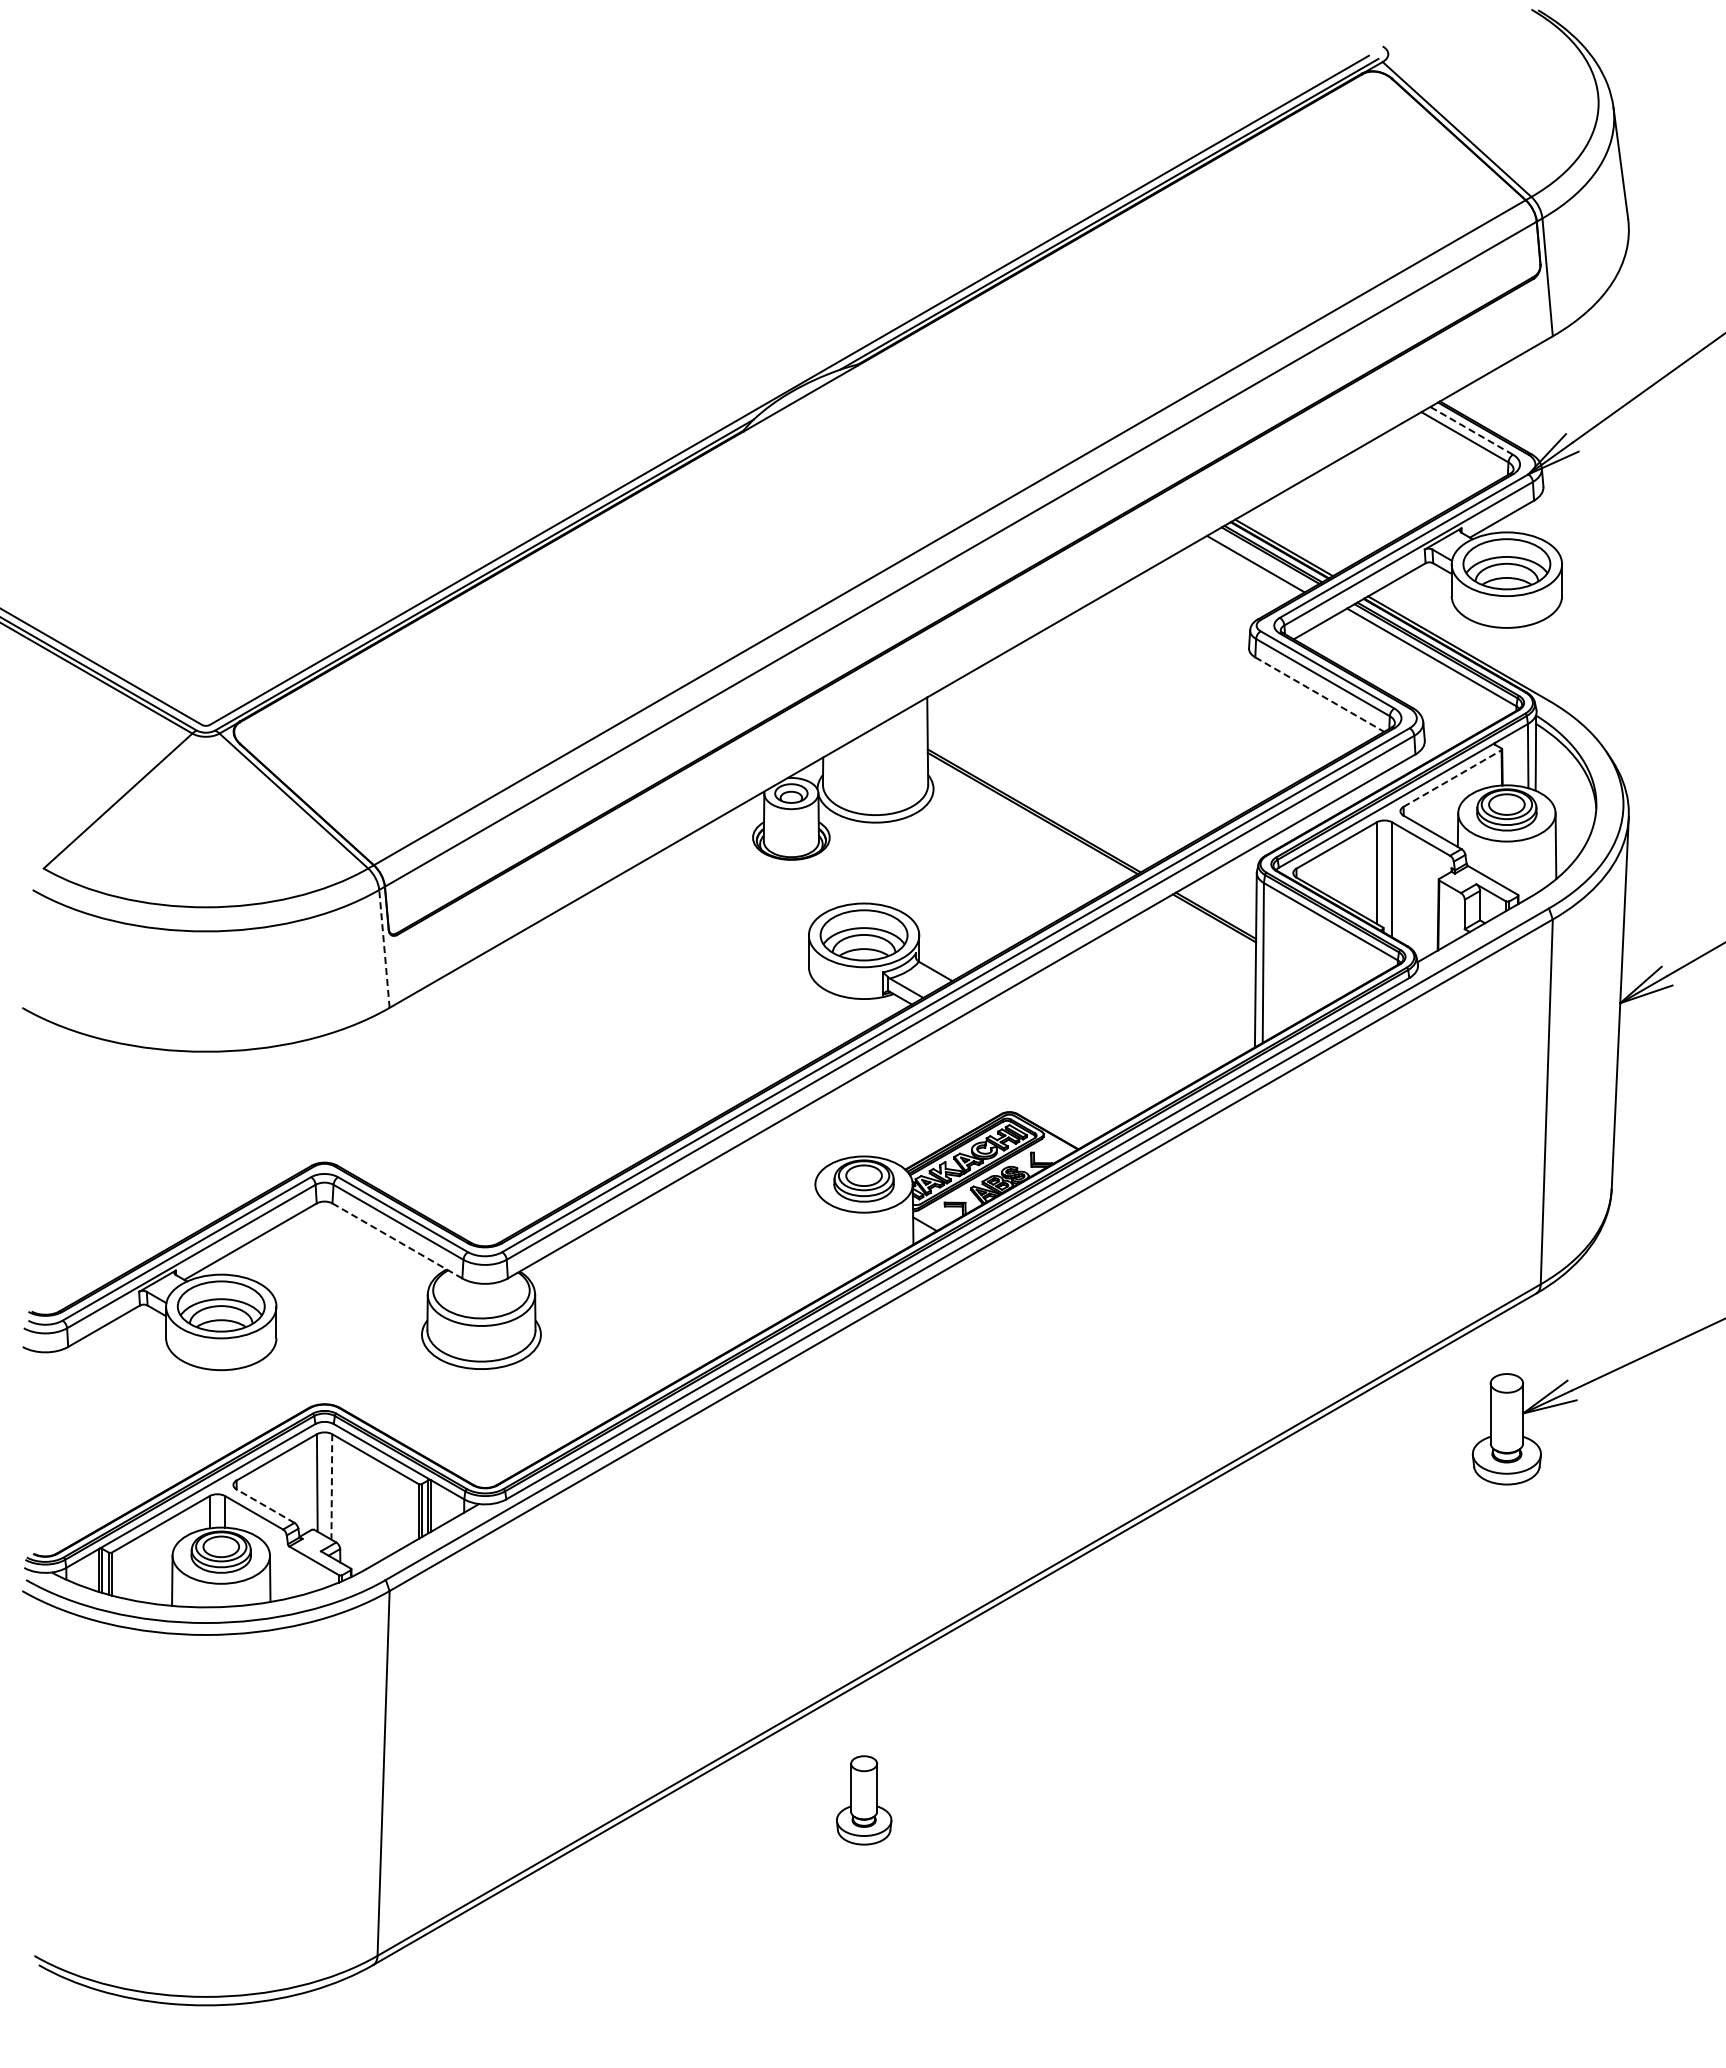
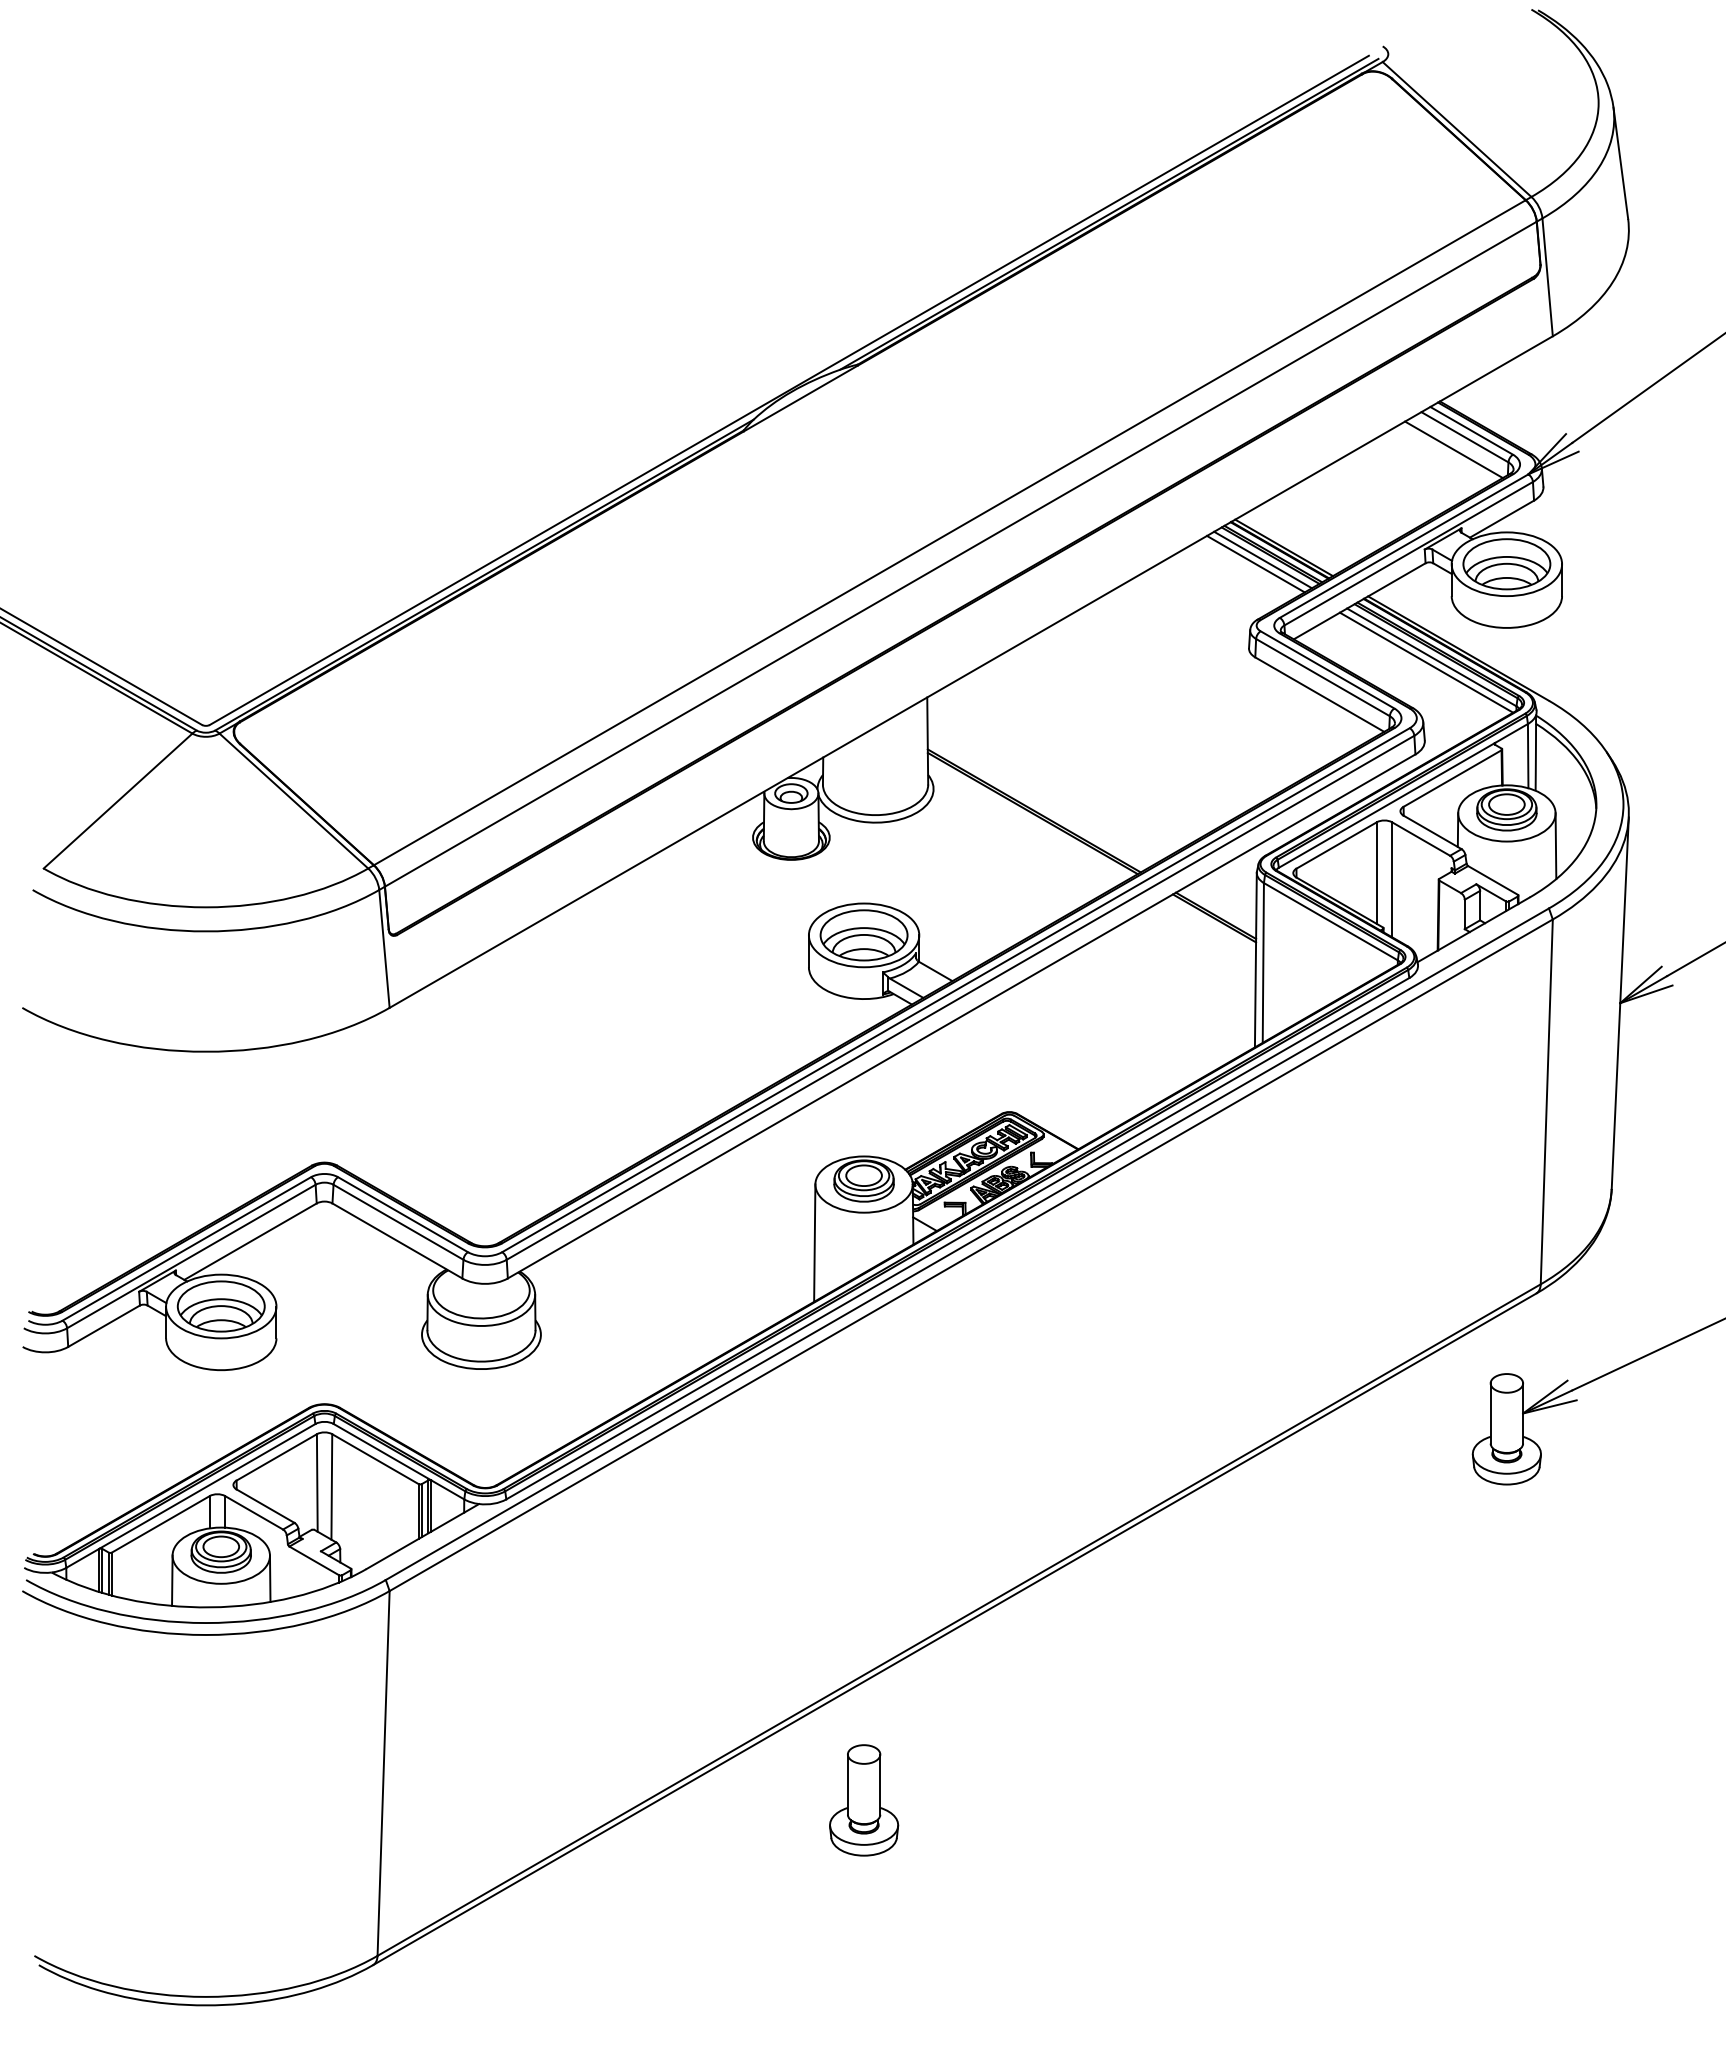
line at (1471, 430): dashed -> solid
line at (1453, 449): none -> present
line at (1262, 559): none -> present
line at (1426, 662): none -> present
line at (1320, 694): dashed -> solid
line at (1452, 778): dashed -> solid
line at (384, 948): dashed -> solid
line at (397, 1240): dashed -> solid
line at (814, 1242): none -> present
line at (331, 1486): dashed -> solid
line at (265, 1505): dashed -> solid
part at (864, 1800) size: 57x91 px -> 71x113 px
